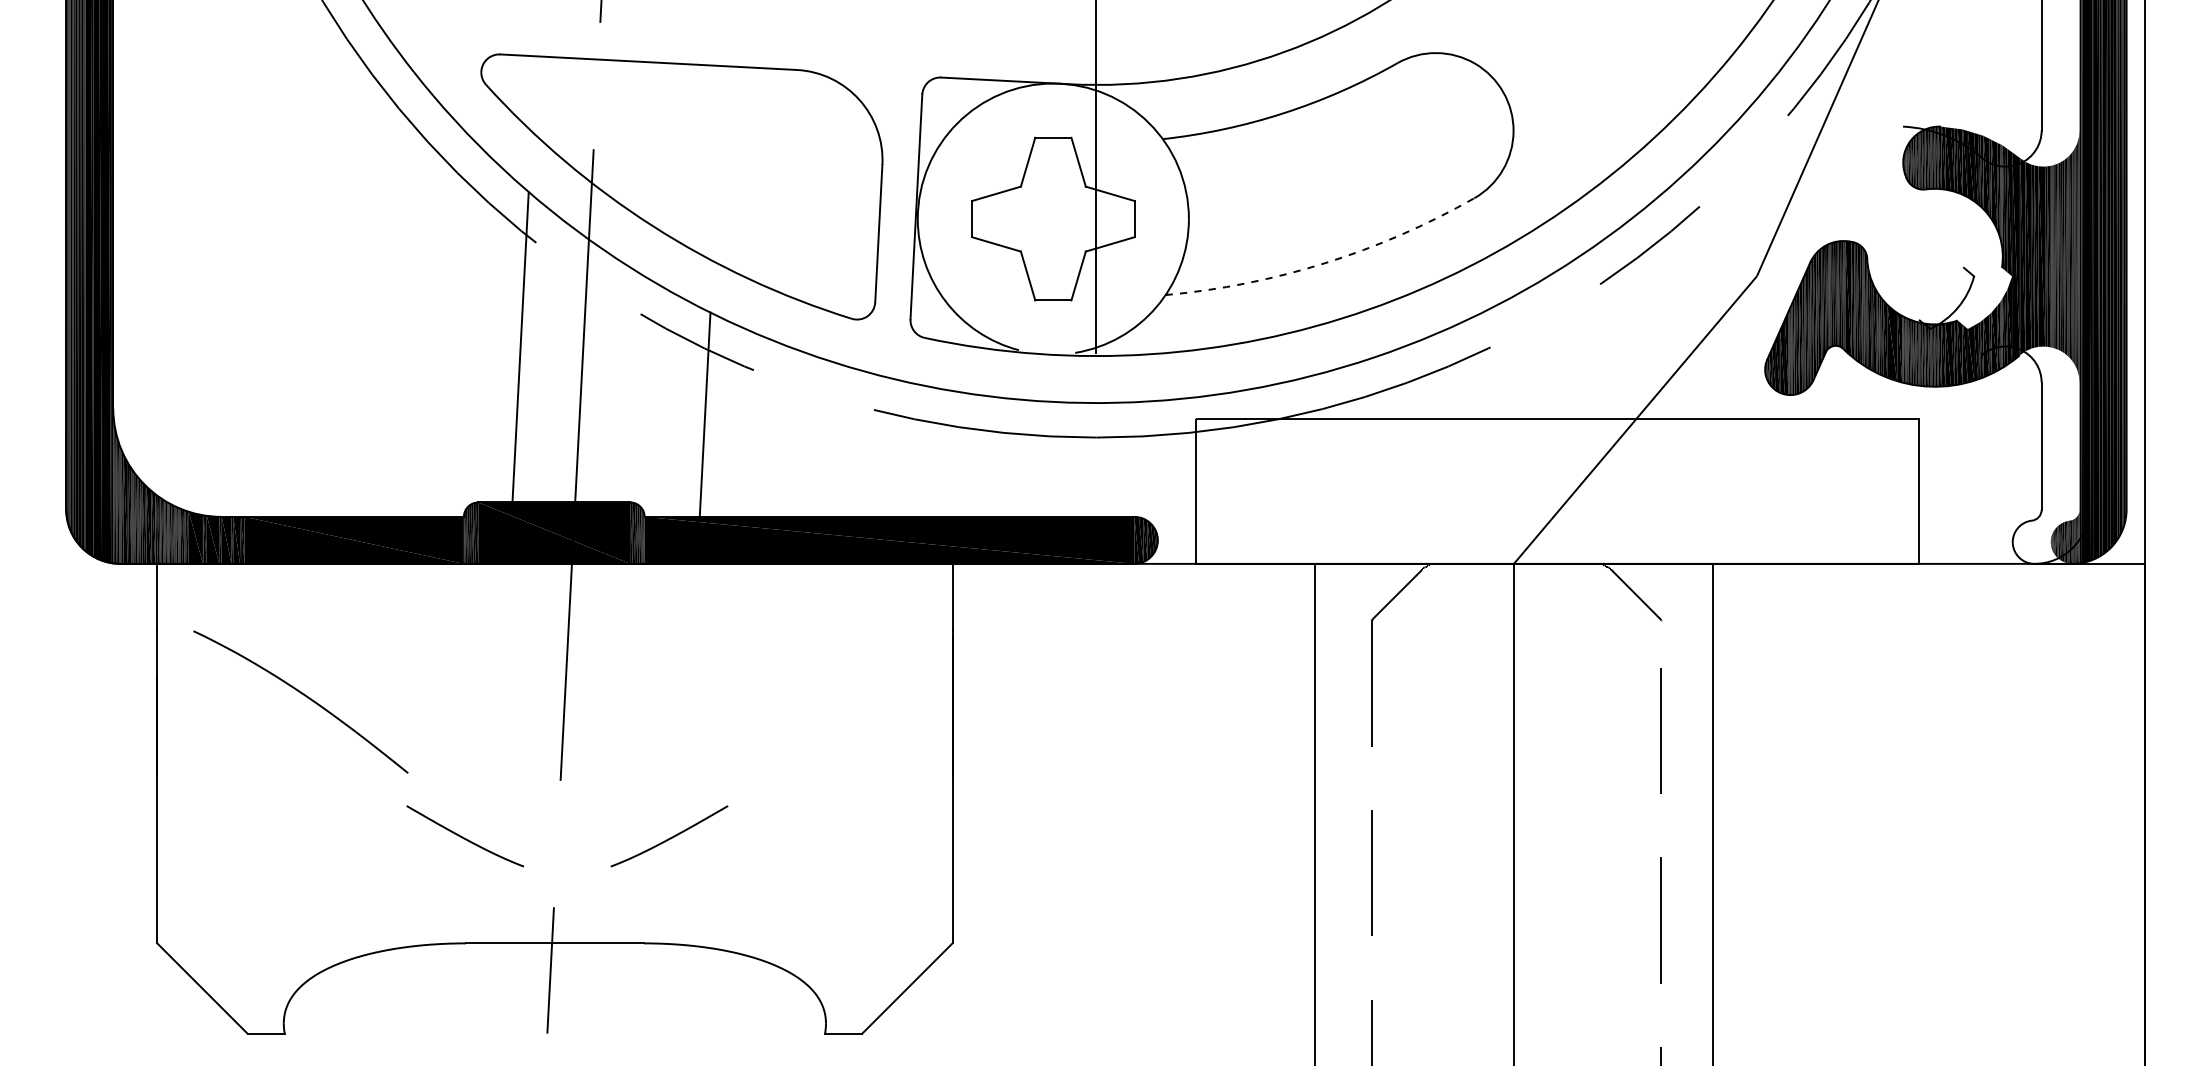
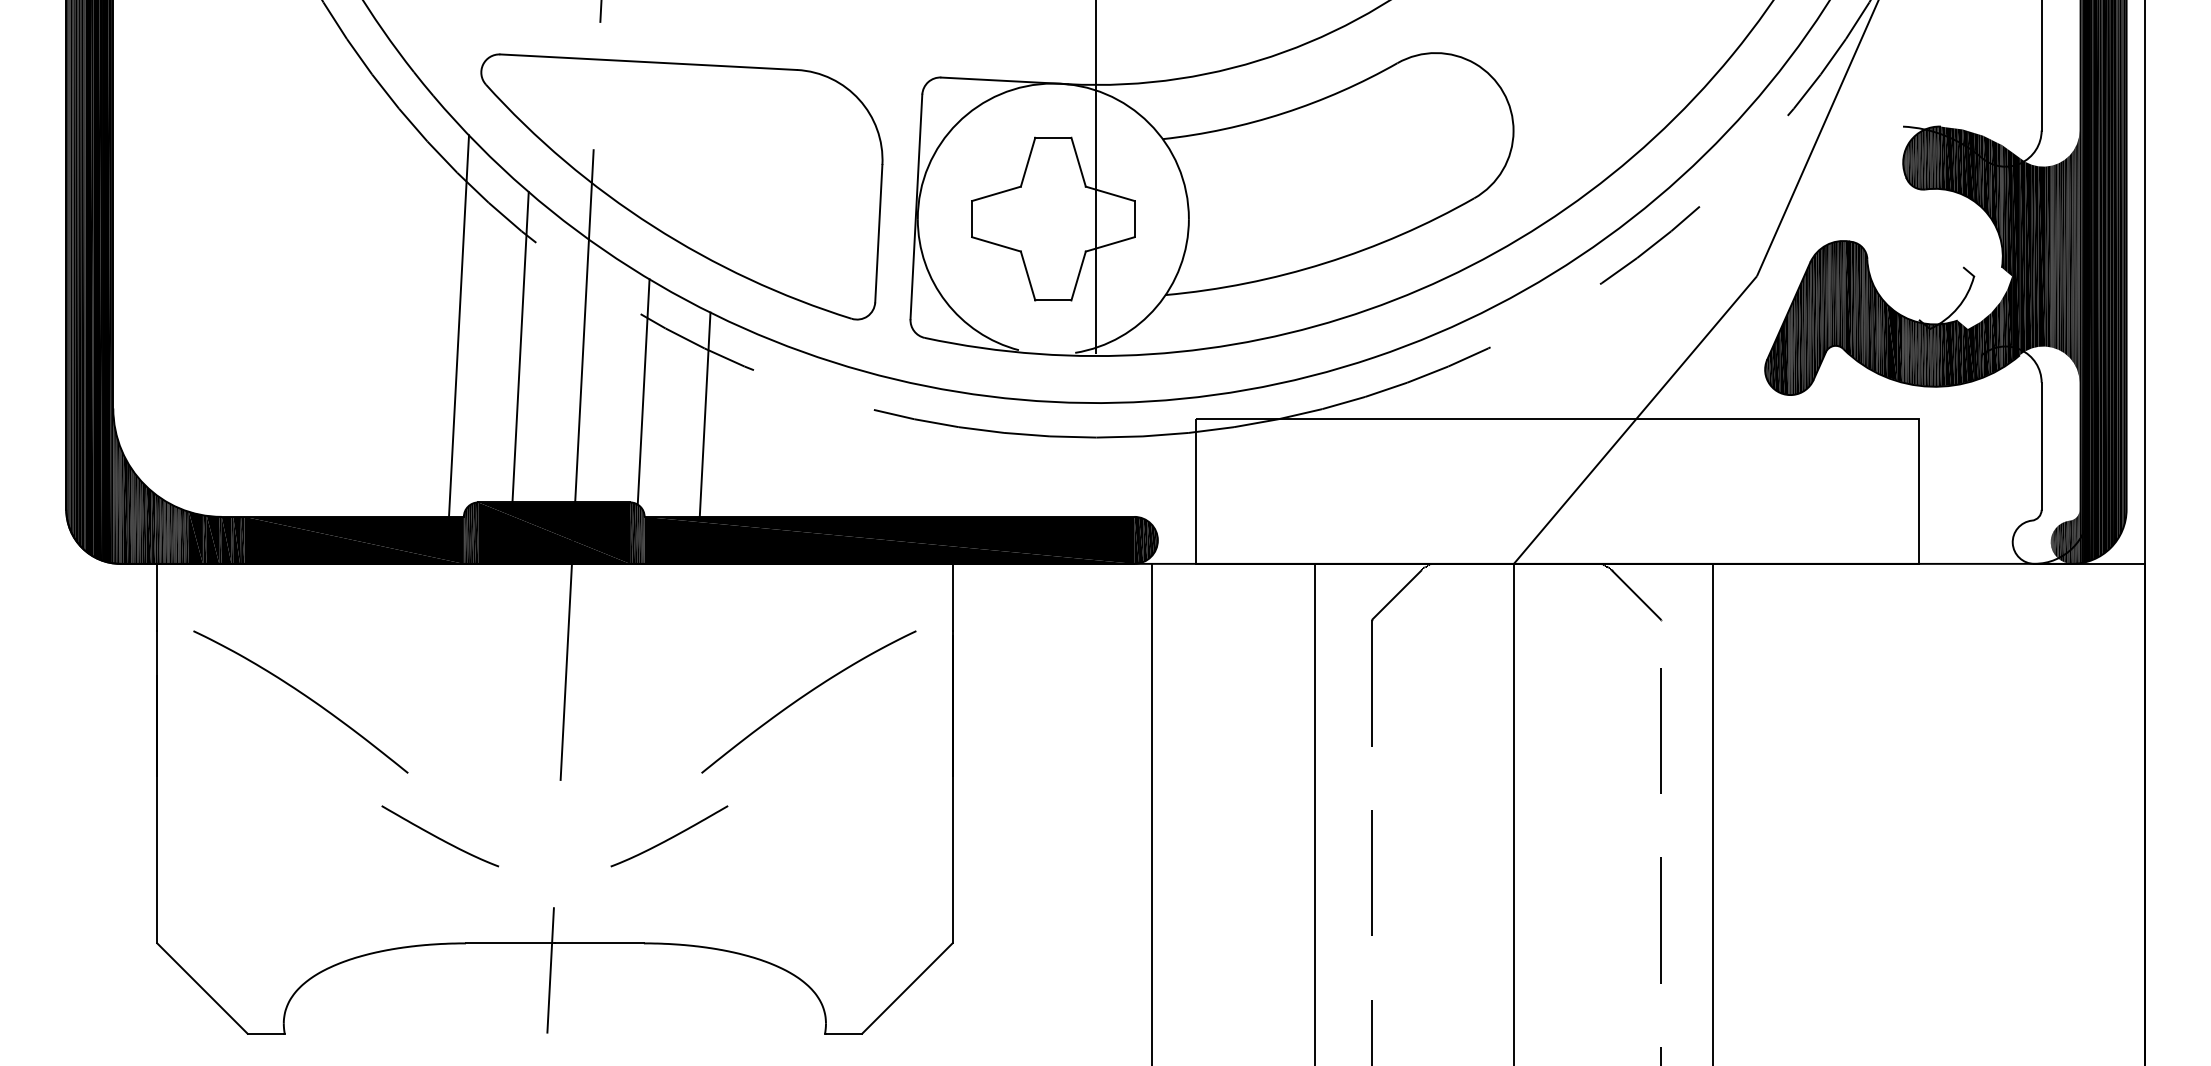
arc at (1325, 263): dashed -> solid
line at (459, 325): none -> present
line at (643, 391): none -> present
curve at (806, 695): none -> present
line at (1152, 812): none -> present
curve at (464, 837) position: (464, 837) -> (439, 837)
